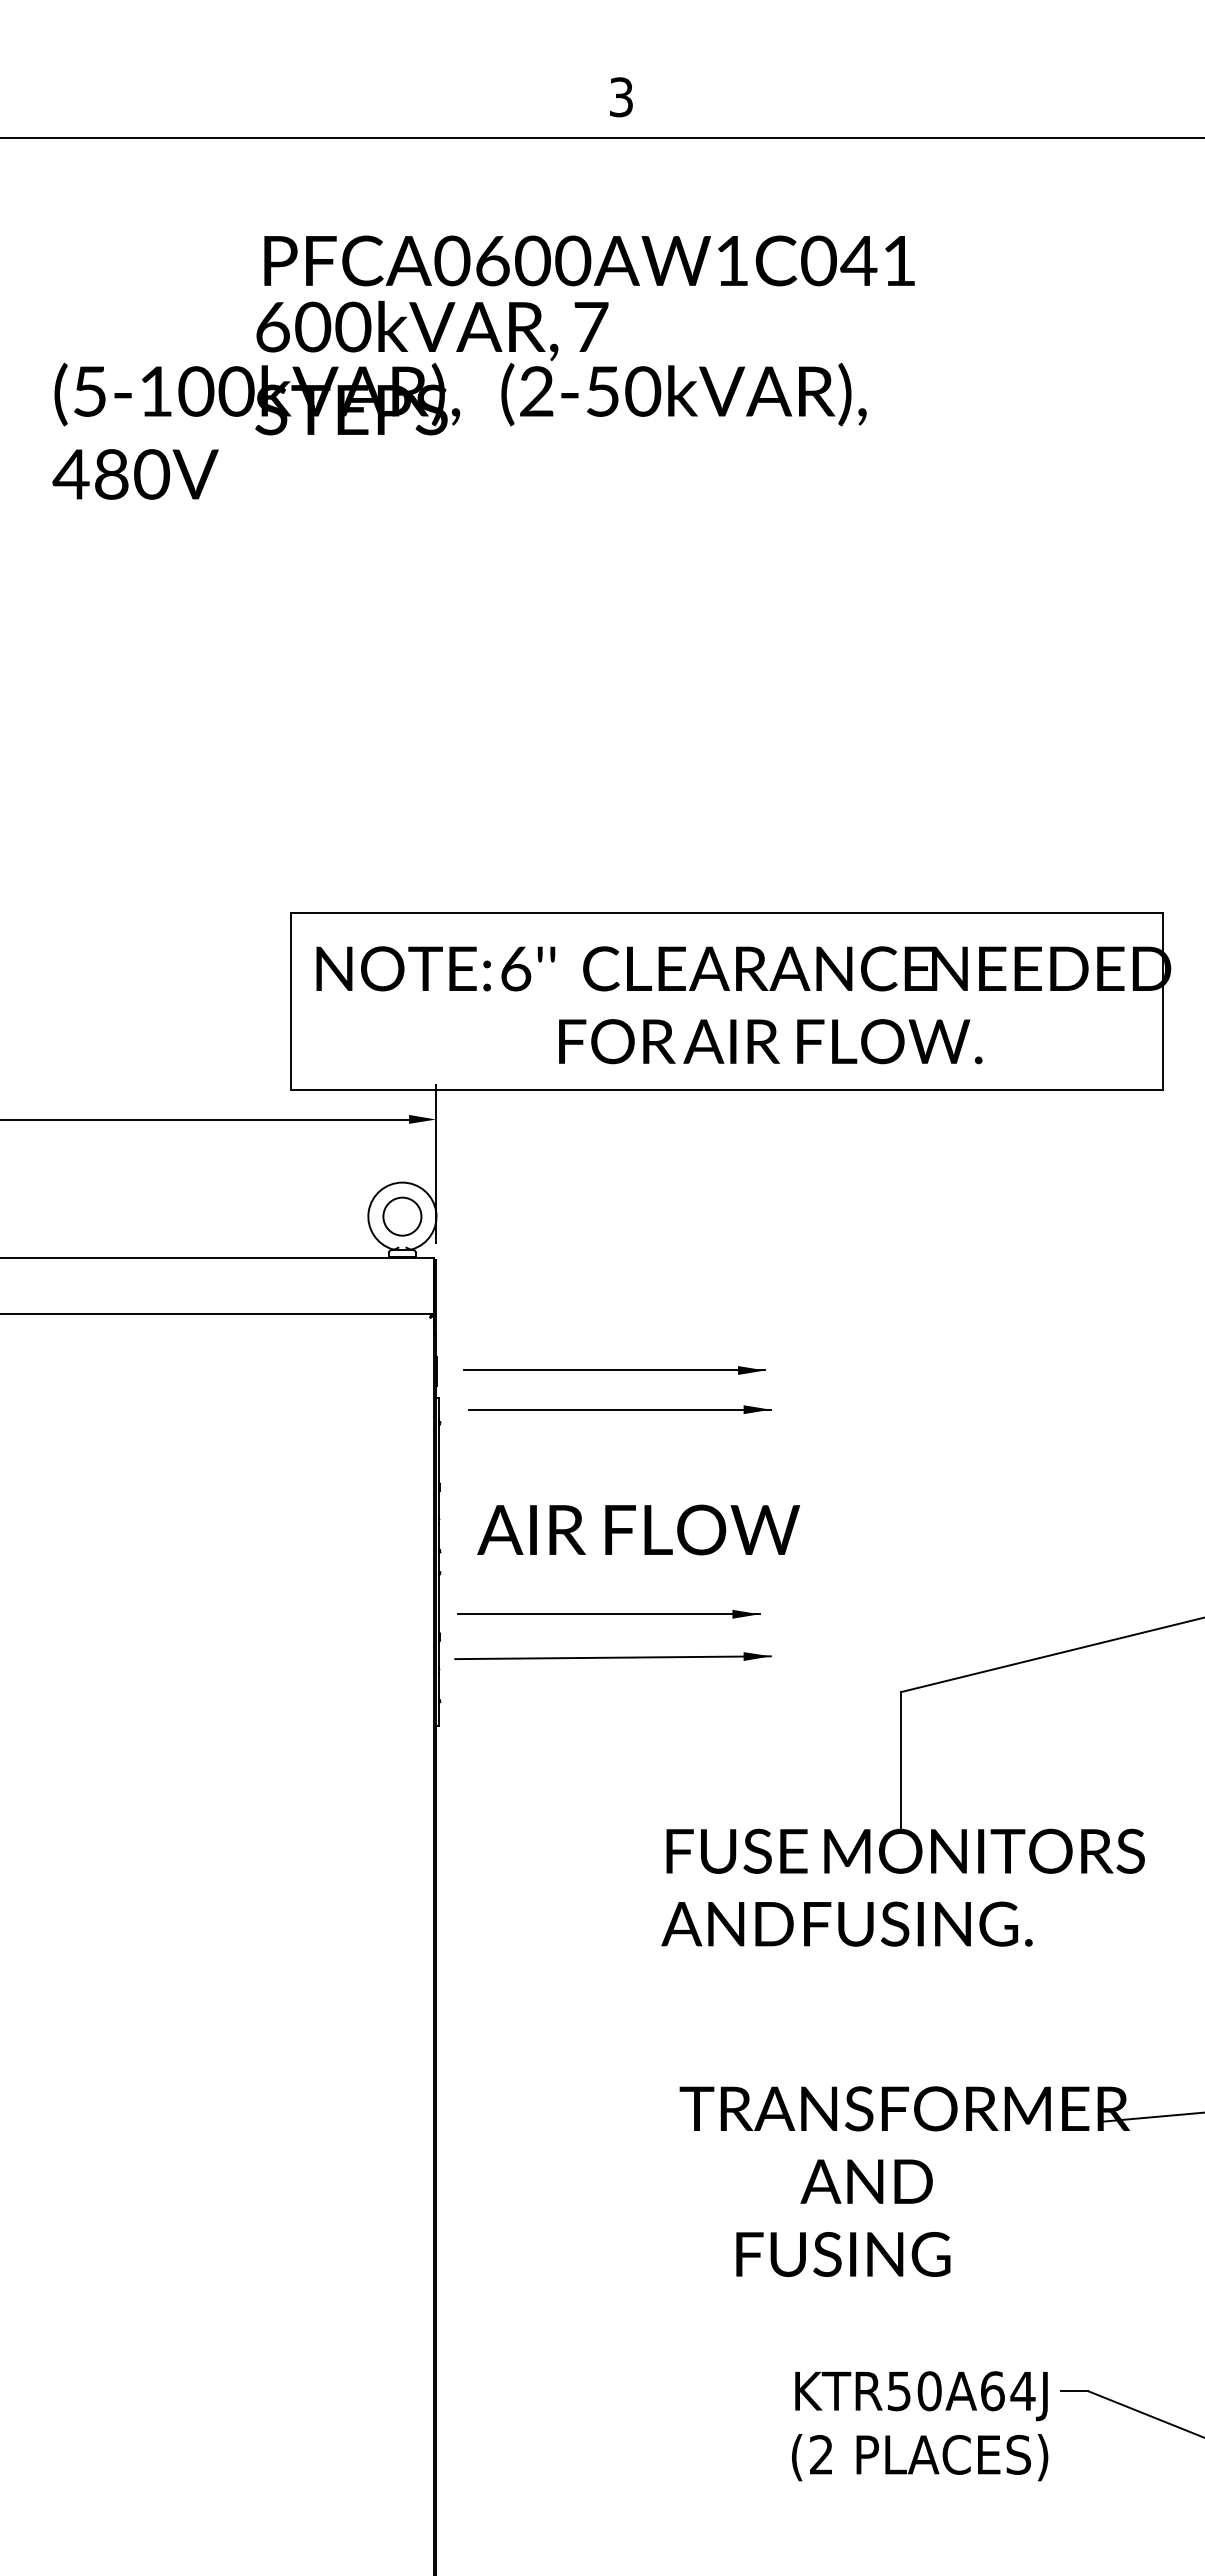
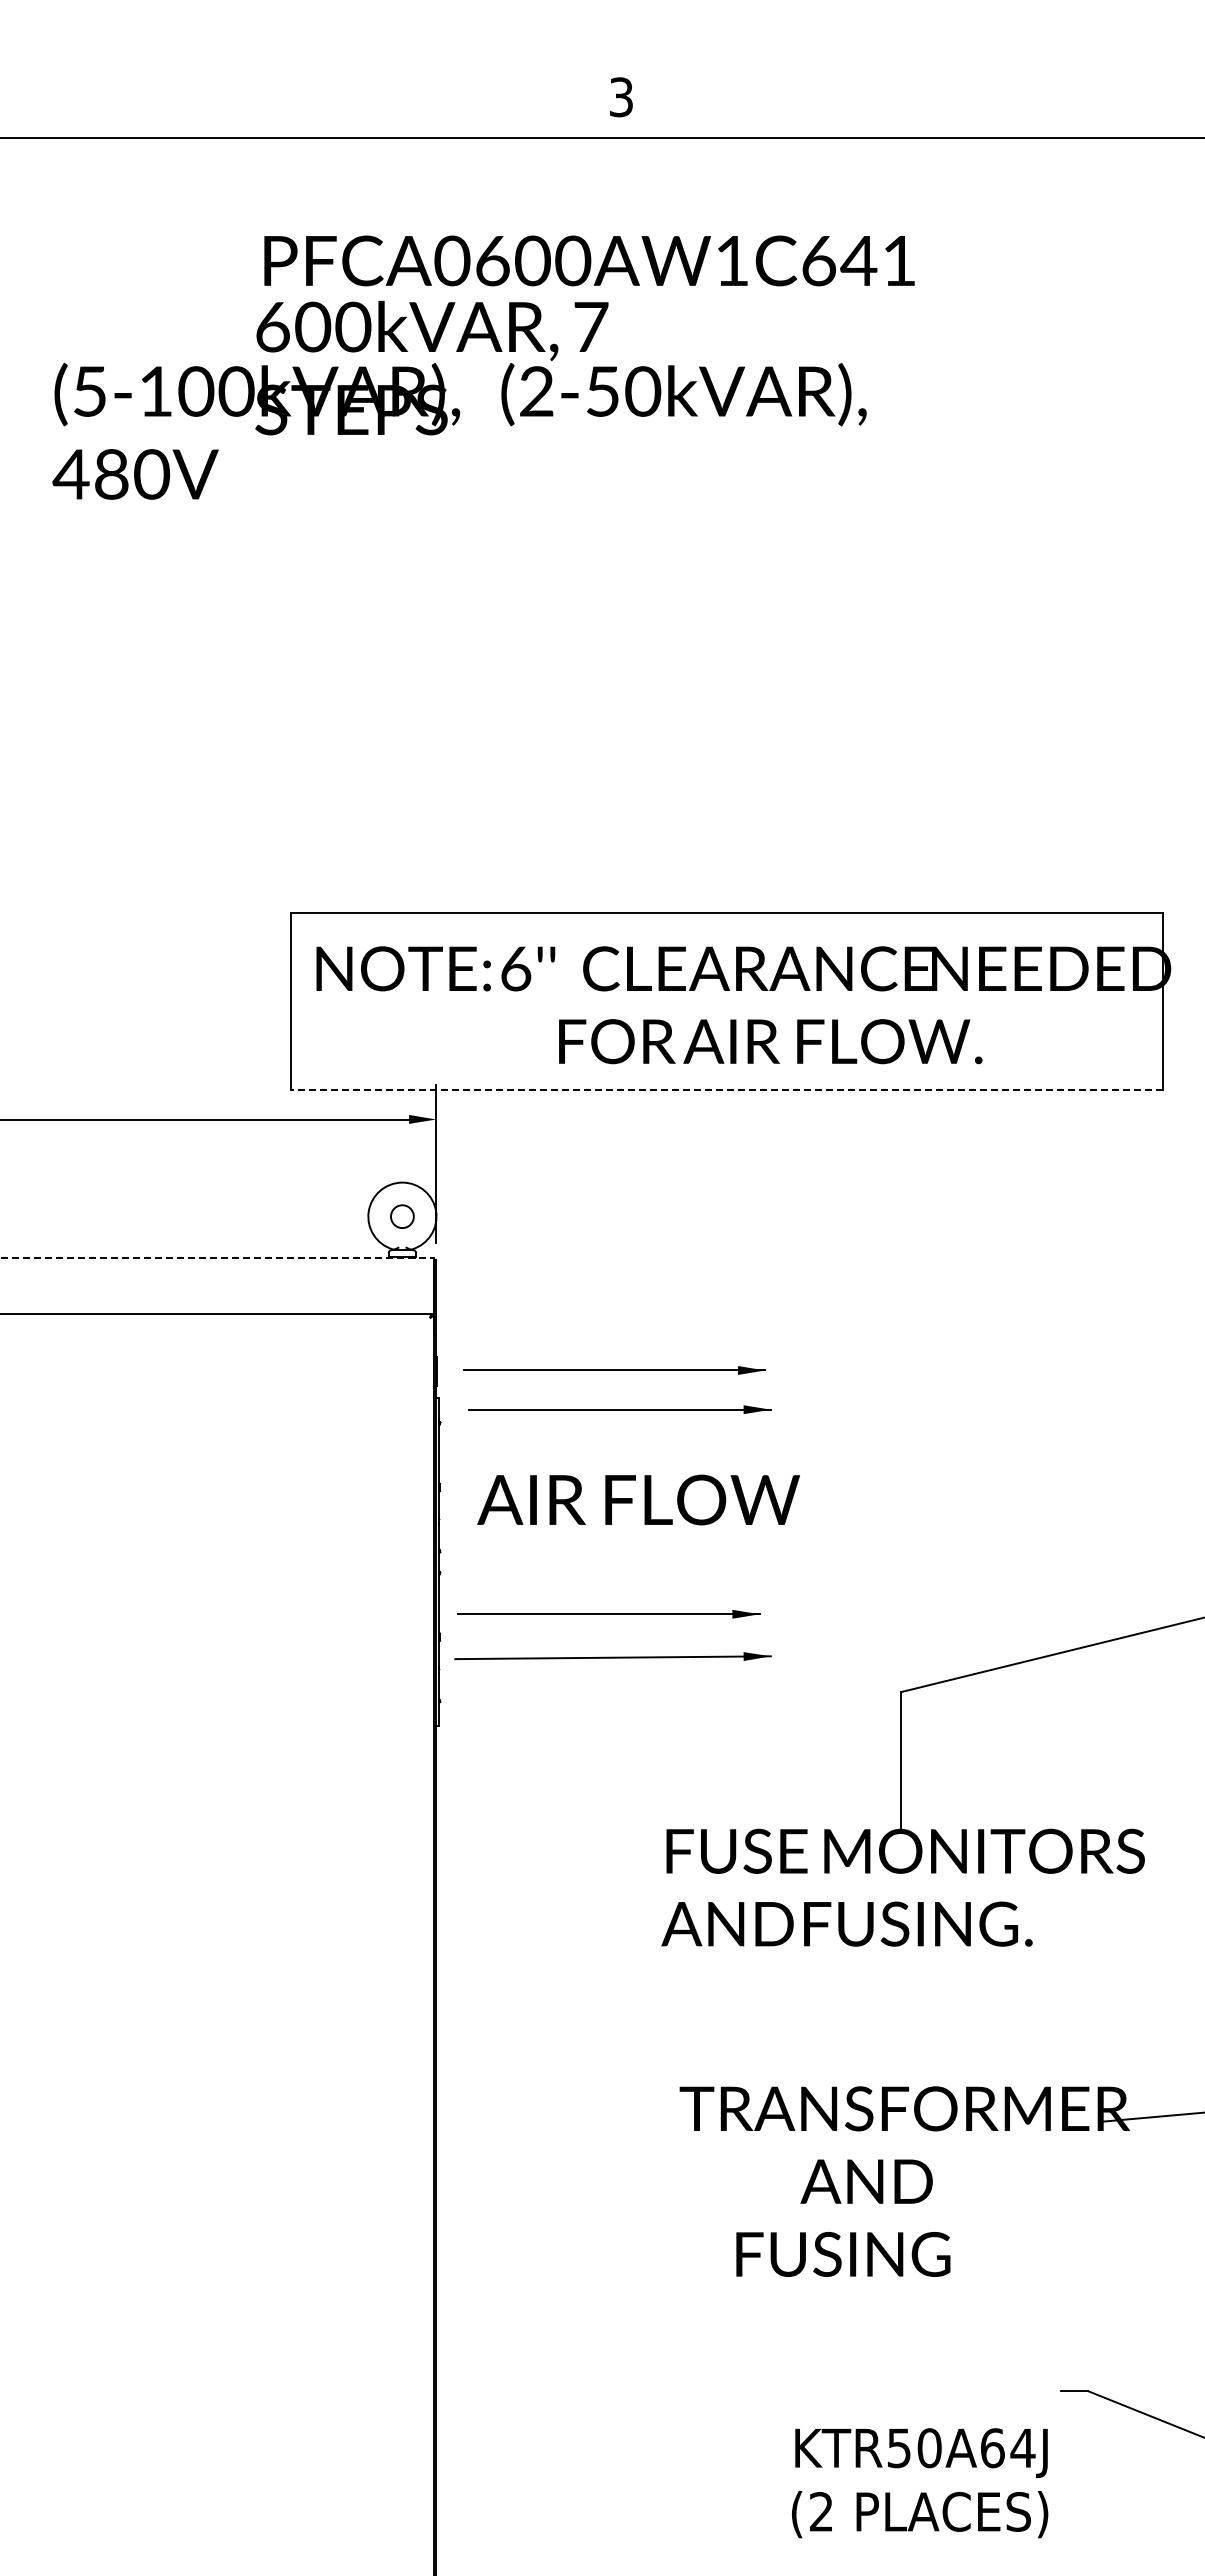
text at (818, 260): PFCA0600AW1C041 -> PFCA0600AW1C641
line at (726, 1090): solid -> dashed
circle at (402, 1216) diameter: 38 px -> 23 px
line at (217, 1257): solid -> dashed
text at (638, 1529) position: (638, 1529) -> (638, 1499)
text at (920, 2426) position: (920, 2426) -> (920, 2483)
